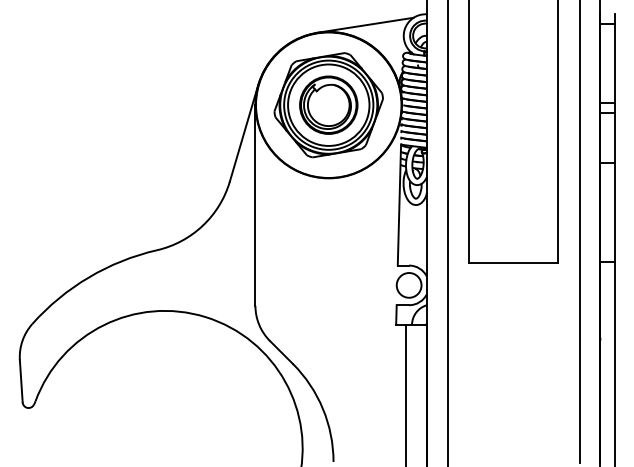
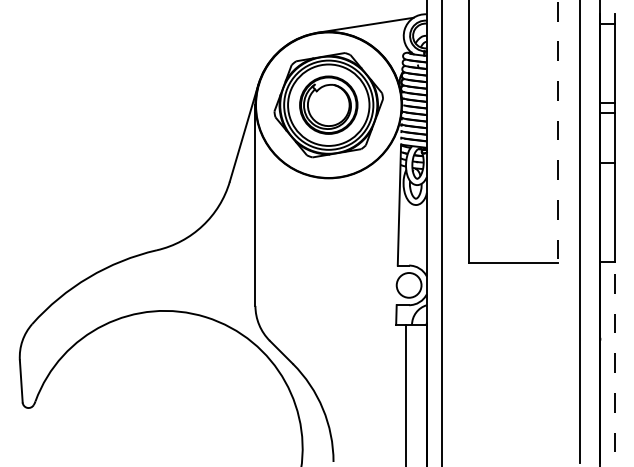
line at (557, 132): solid -> dashed
line at (447, 232) position: (447, 232) -> (441, 232)
line at (614, 363): solid -> dashed
